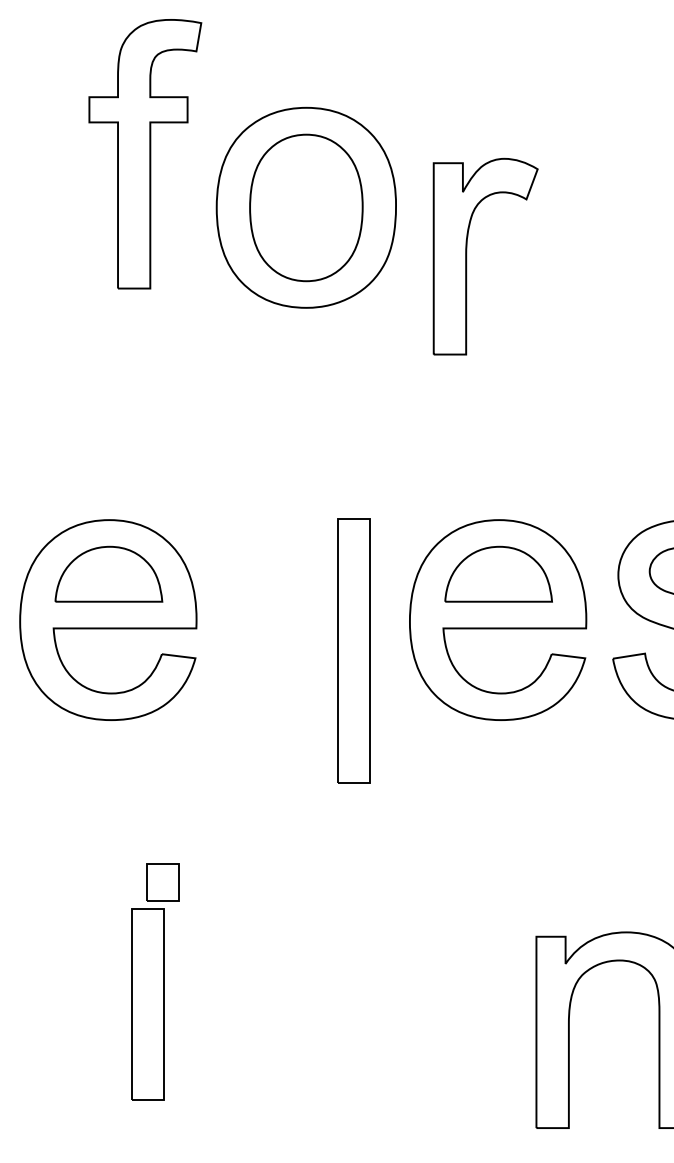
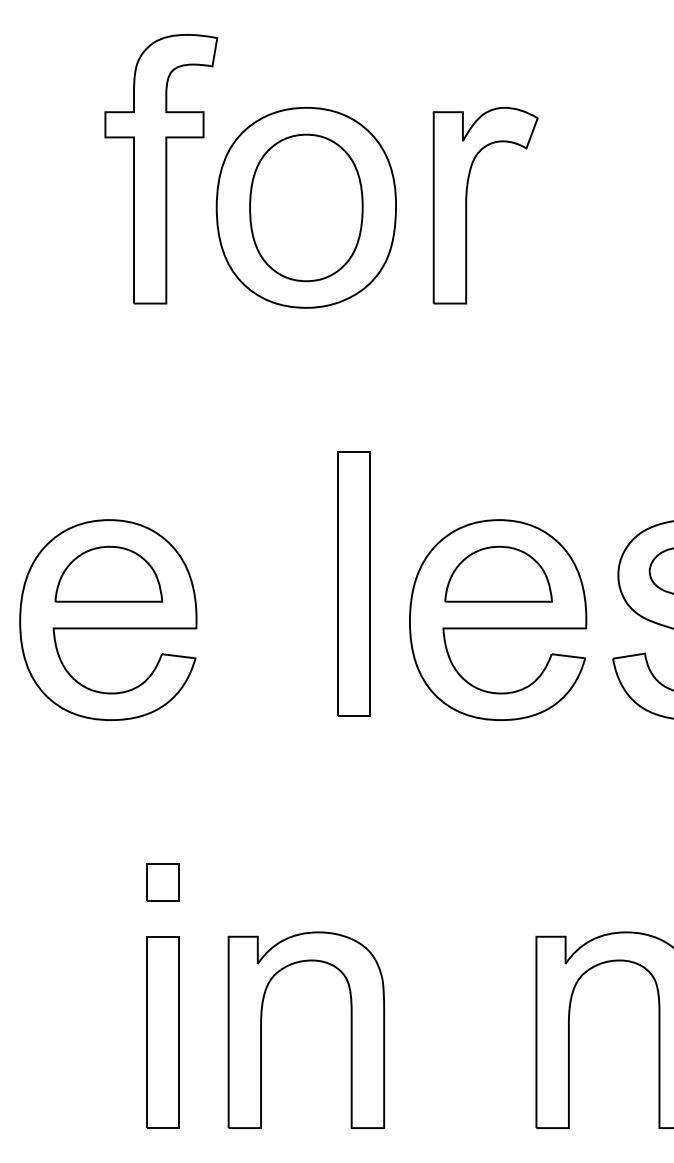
part at (145, 154) position: (145, 154) -> (161, 169)
part at (467, 256) position: (467, 256) -> (467, 205)
part at (353, 650) position: (353, 650) -> (353, 583)
part at (147, 1004) position: (147, 1004) -> (162, 1032)
part at (350, 1029): none -> present
